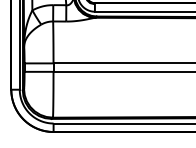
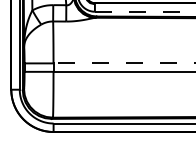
line at (145, 11): solid -> dashed
line at (124, 63): solid -> dashed
